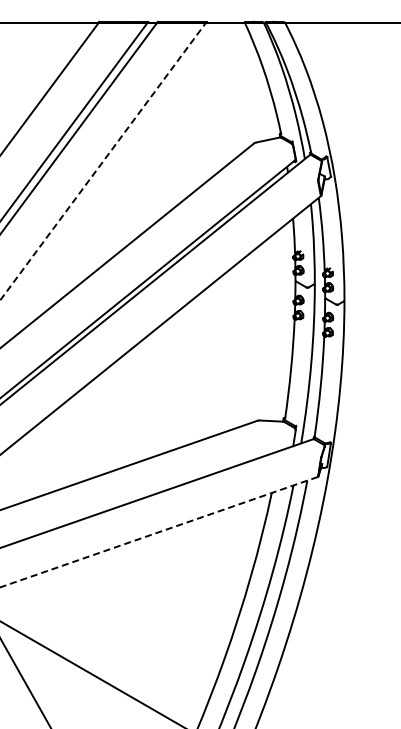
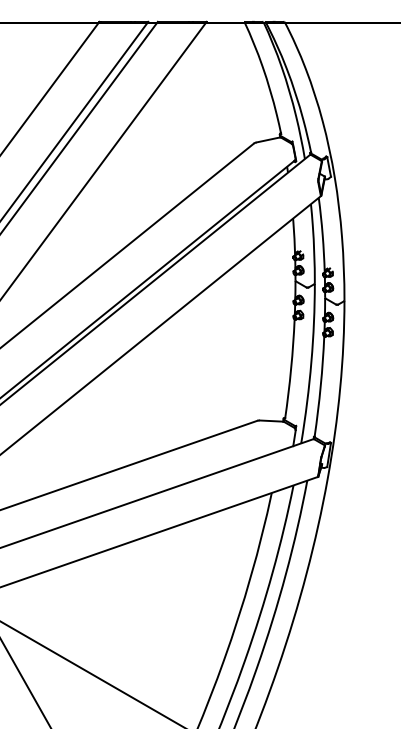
line at (103, 160): dashed -> solid
line at (159, 531): dashed -> solid
